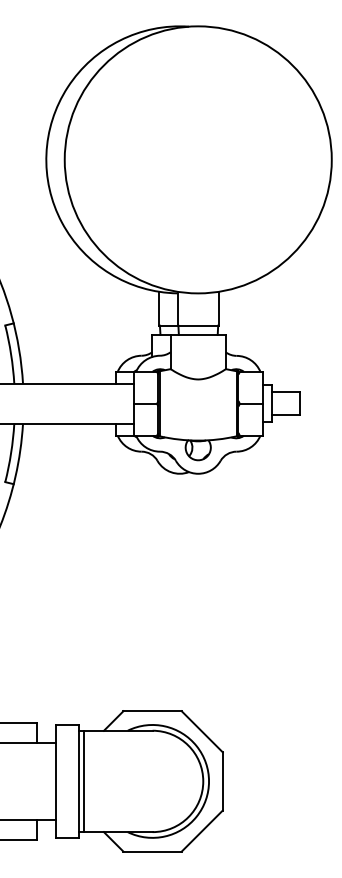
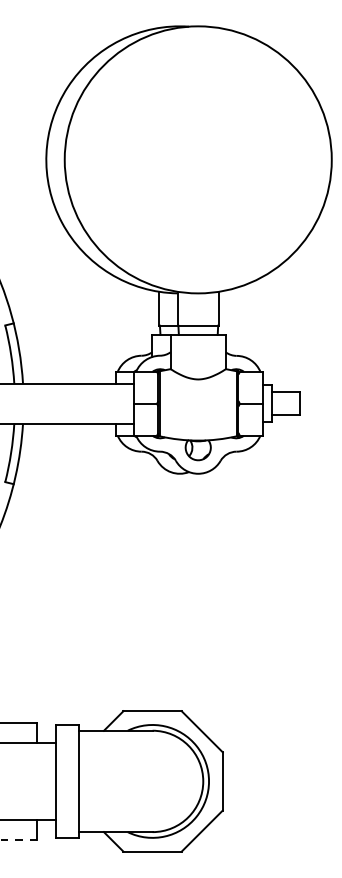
line at (83, 781): present -> none
line at (18, 839): solid -> dashed
